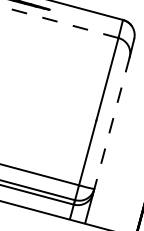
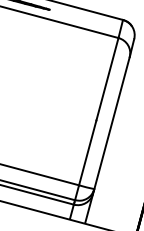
line at (59, 22): dashed -> solid
line at (111, 123): dashed -> solid
